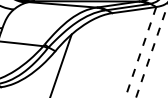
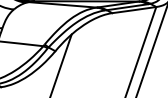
line at (151, 51): dashed -> solid
line at (140, 52): dashed -> solid
